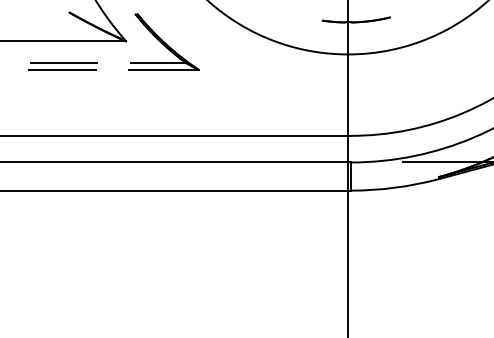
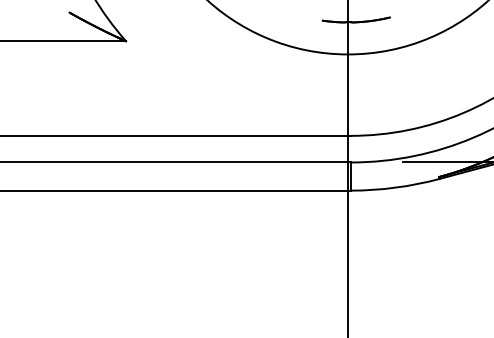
part at (163, 41): present -> none
line at (63, 63): present -> none
line at (61, 69): present -> none
